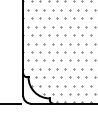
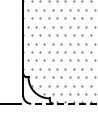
line at (64, 103): solid -> dashed
